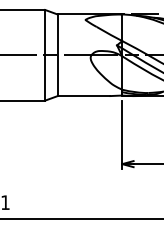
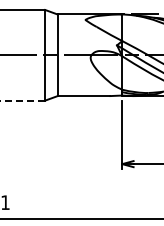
line at (22, 100): solid -> dashed
